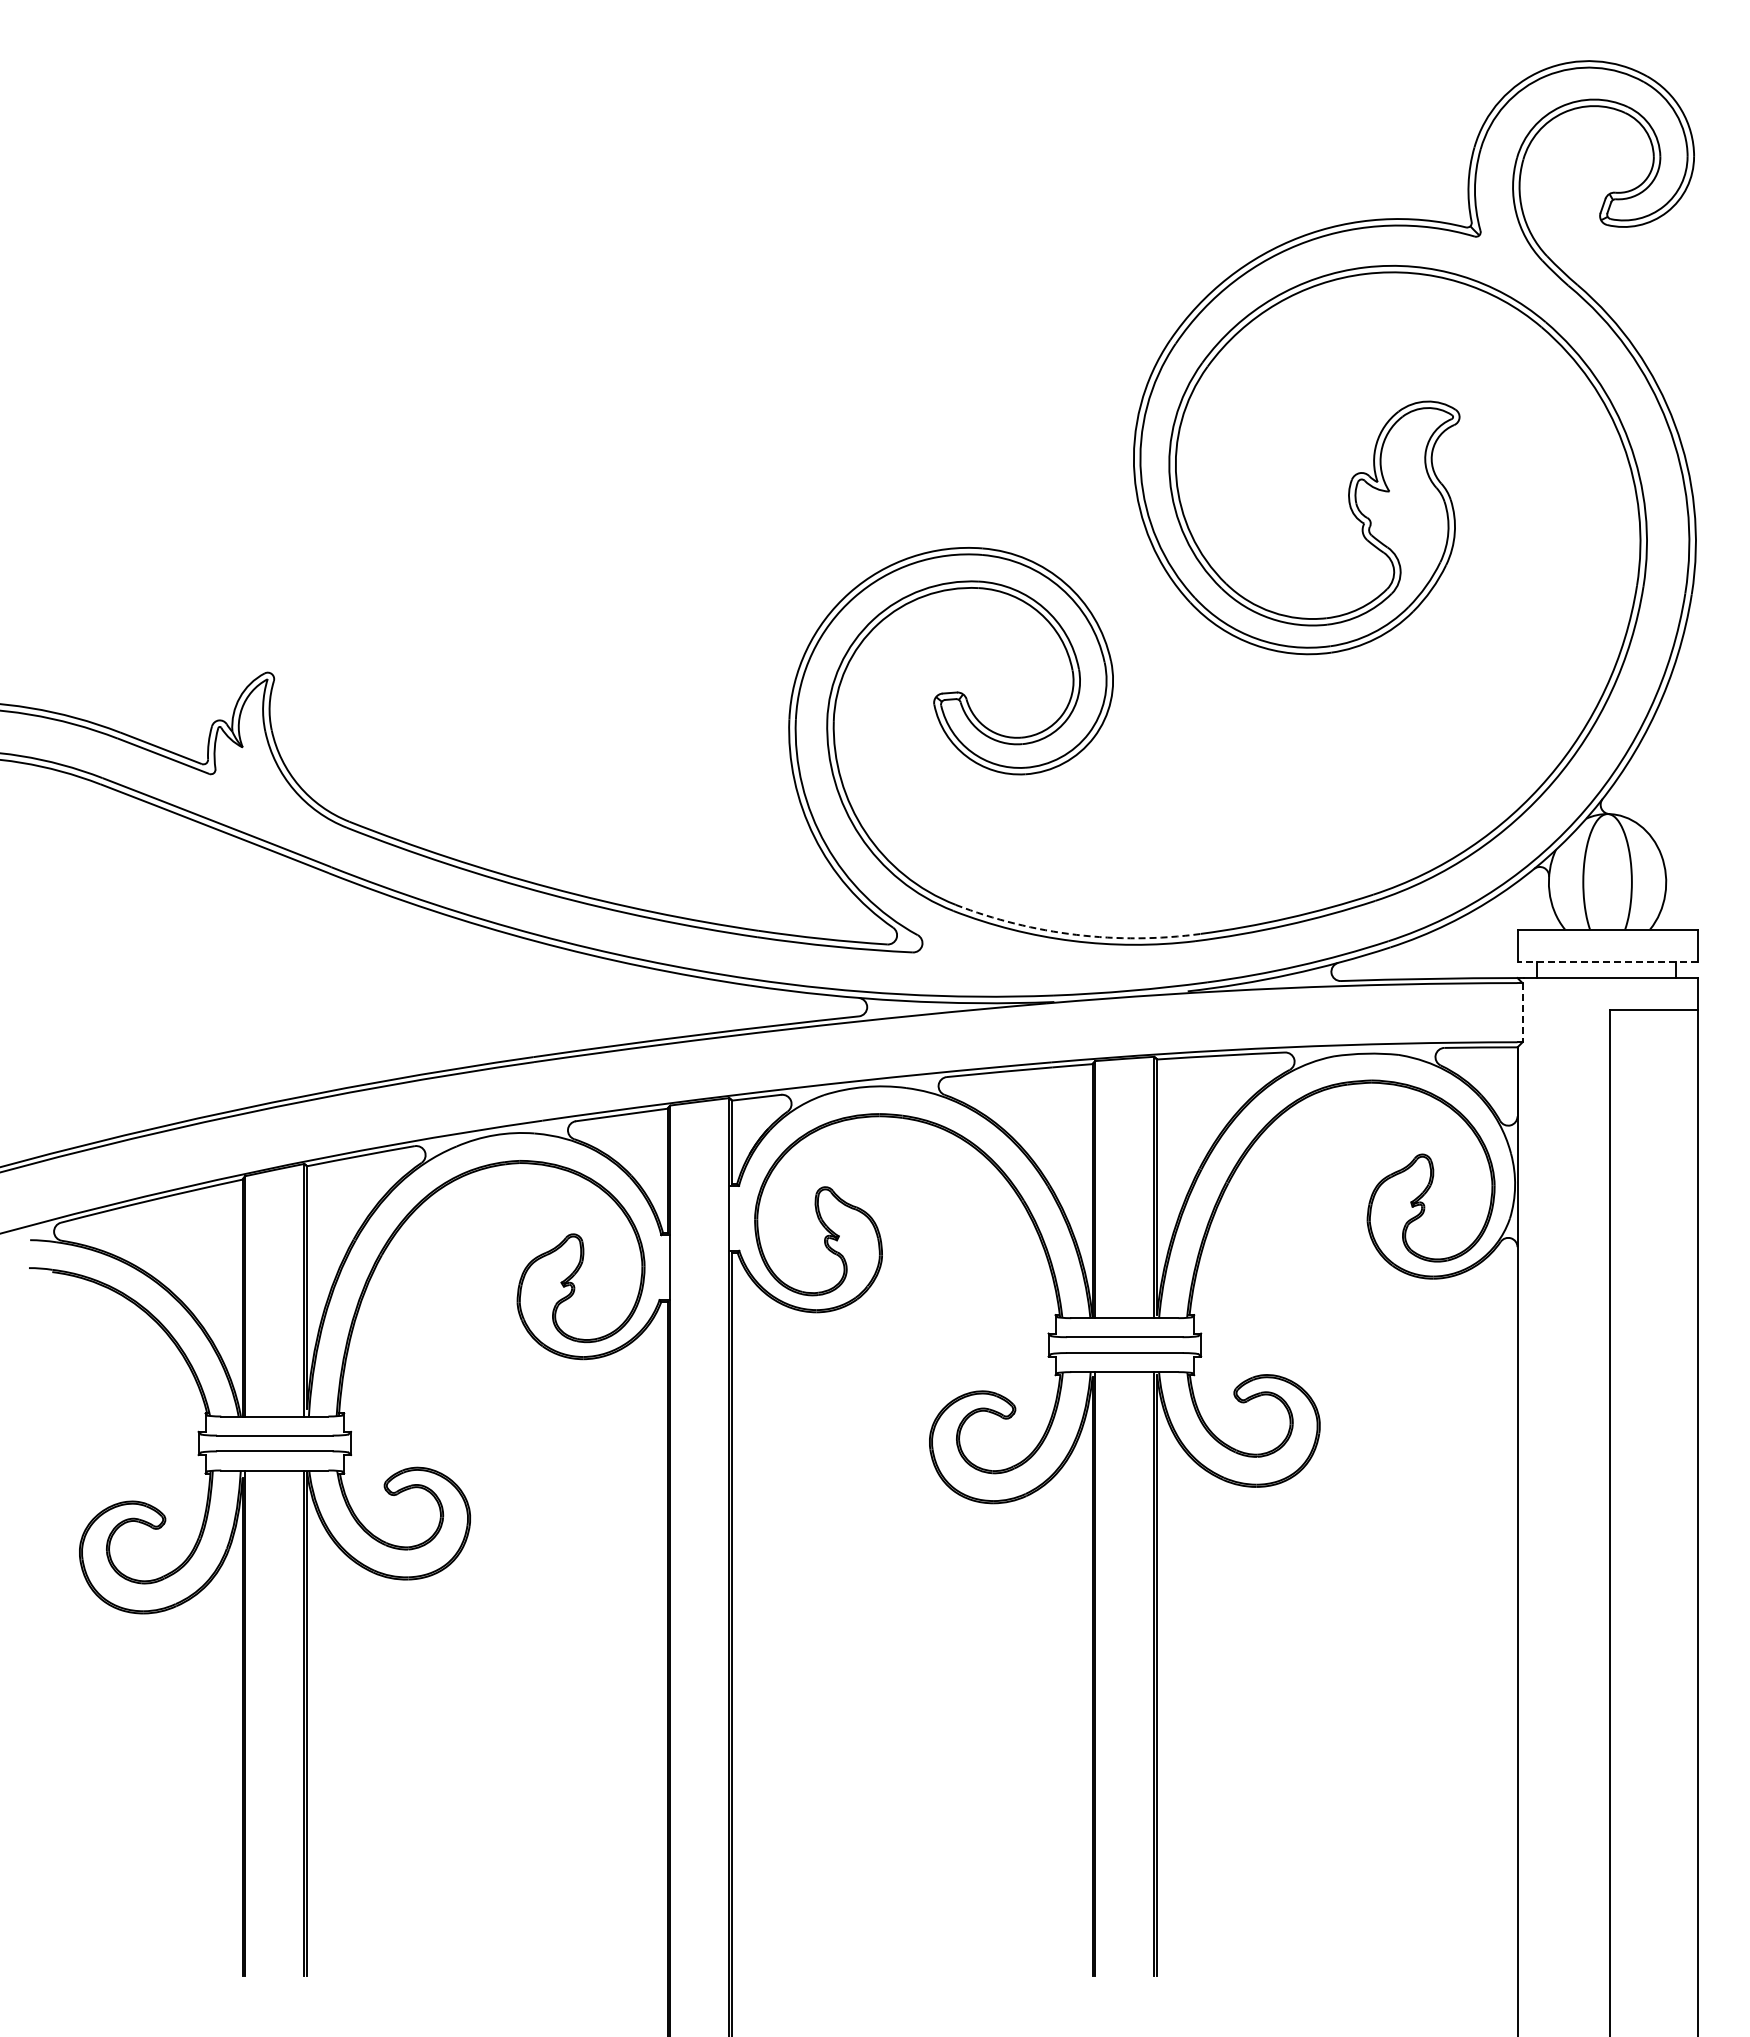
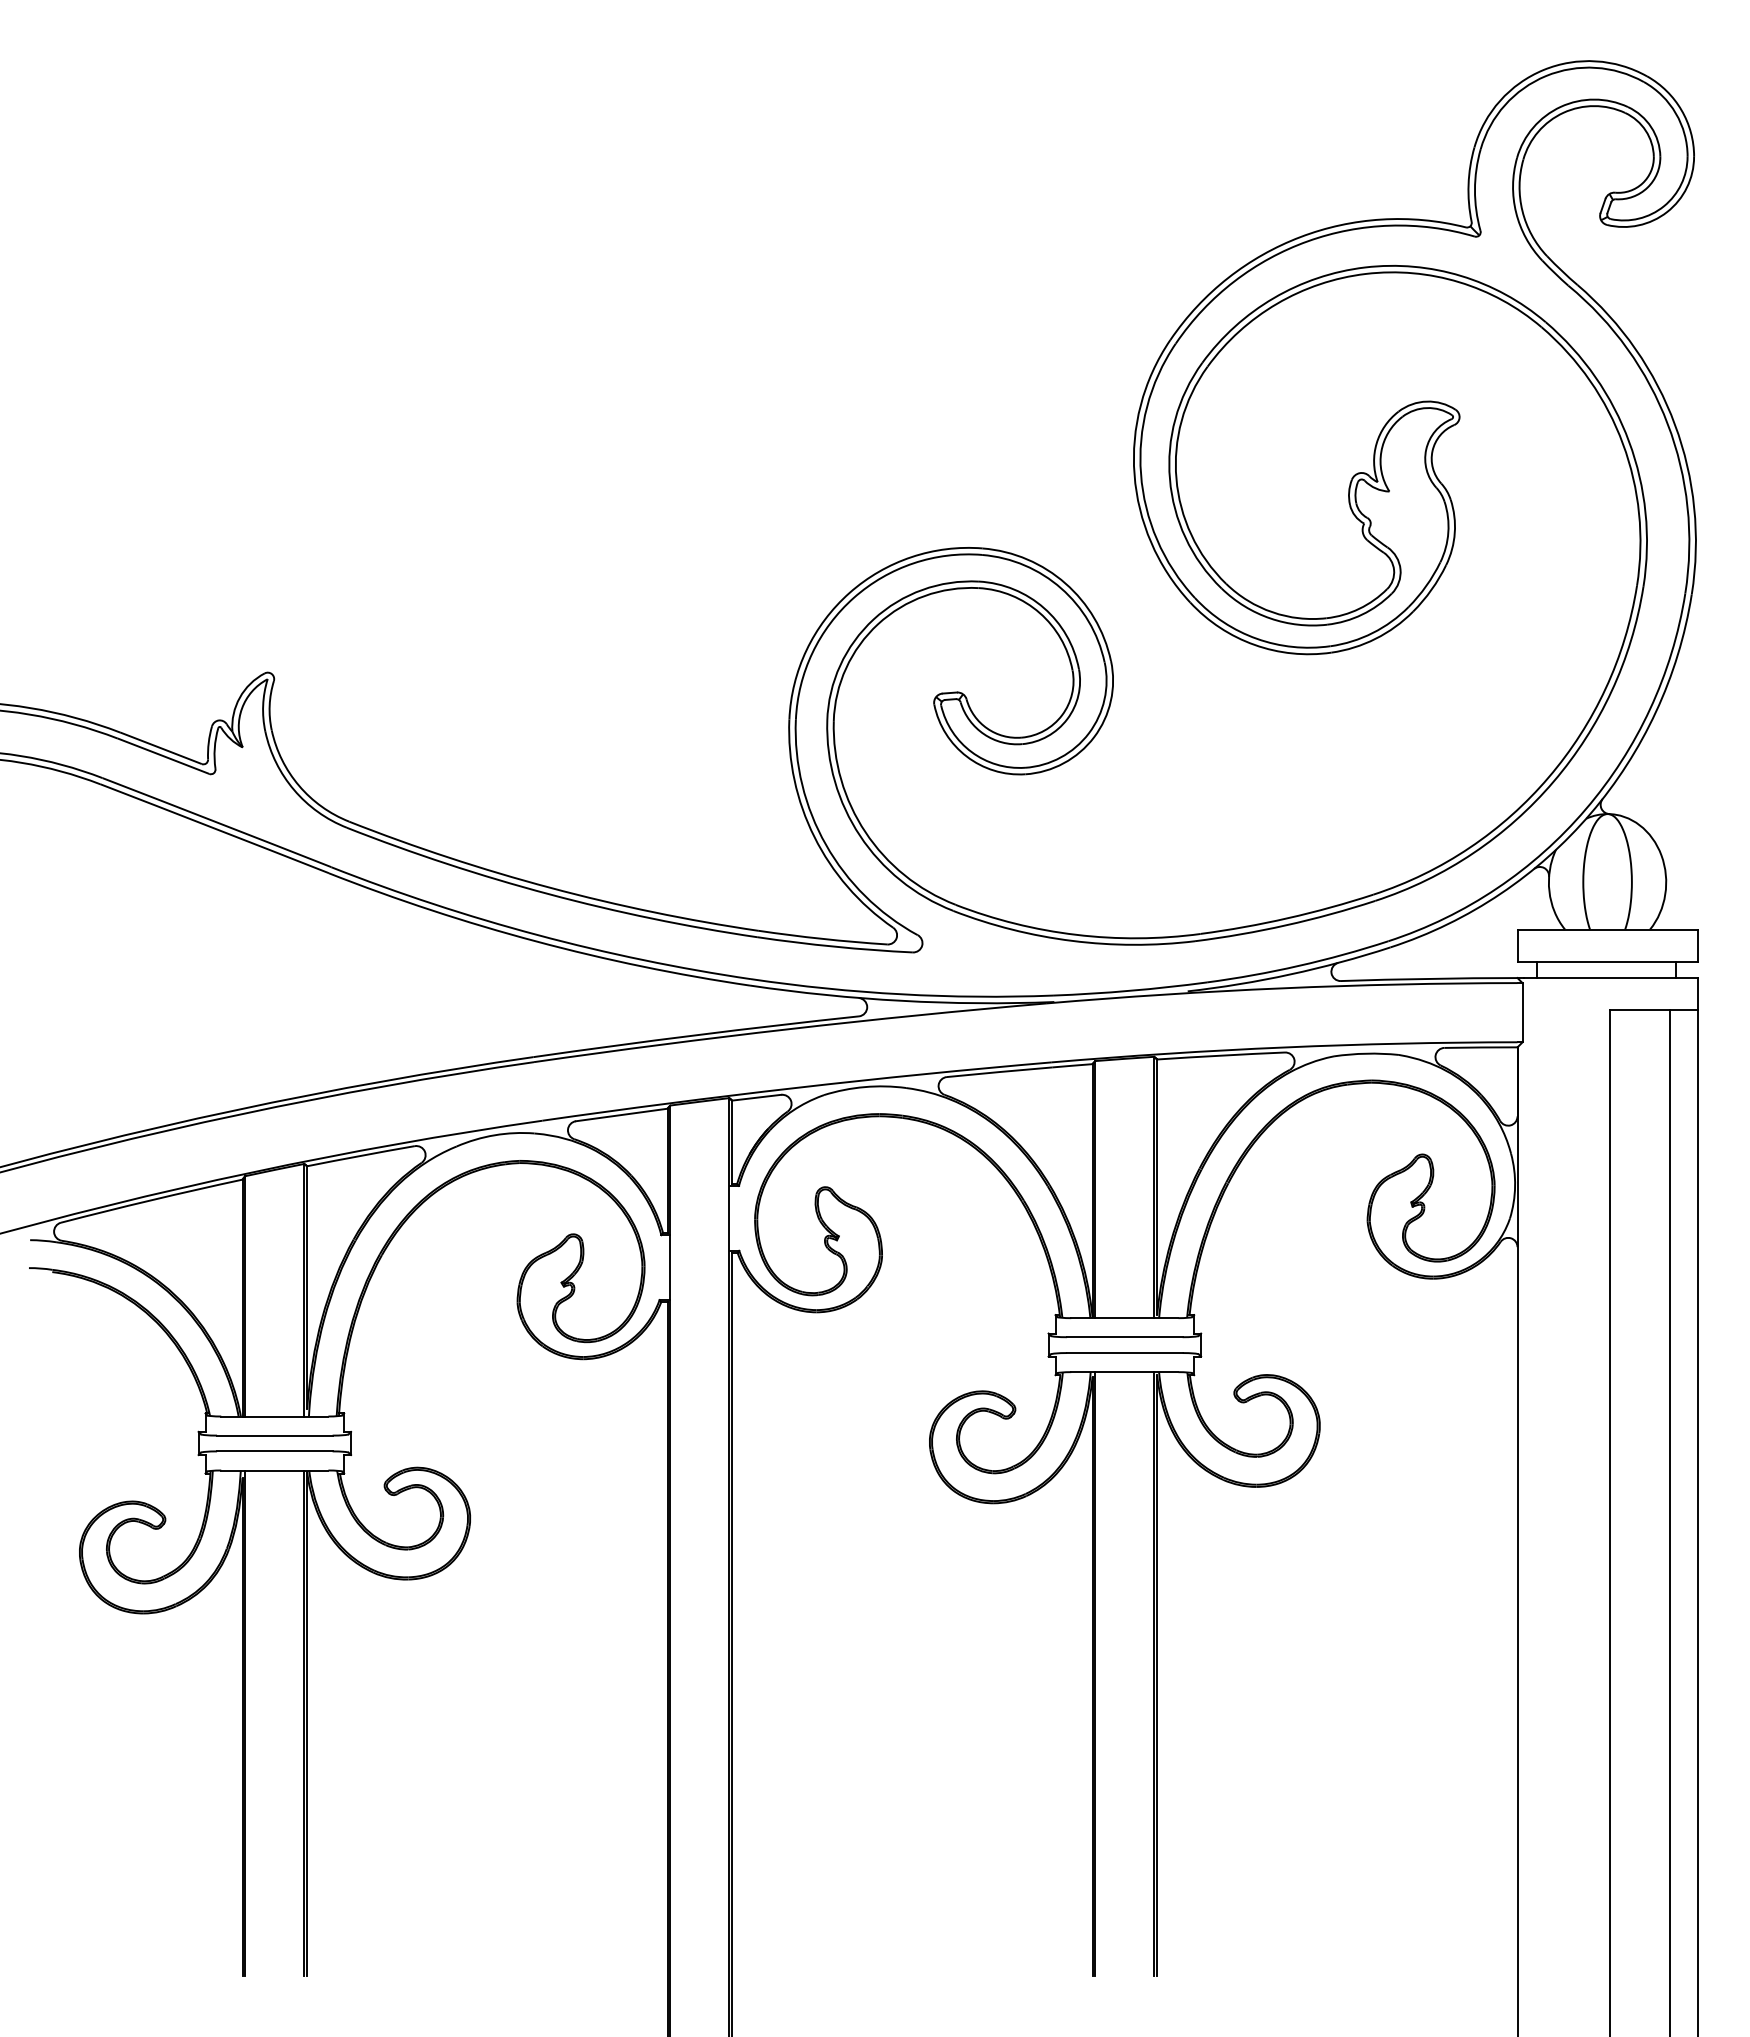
arc at (1076, 934): dashed -> solid
line at (1607, 961): dashed -> solid
line at (1522, 1012): dashed -> solid
line at (1669, 1521): none -> present
